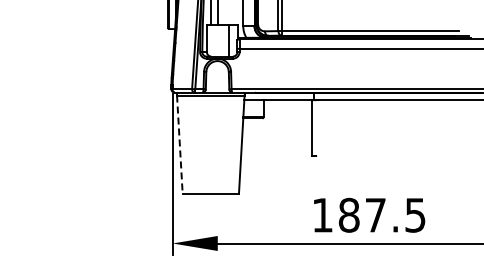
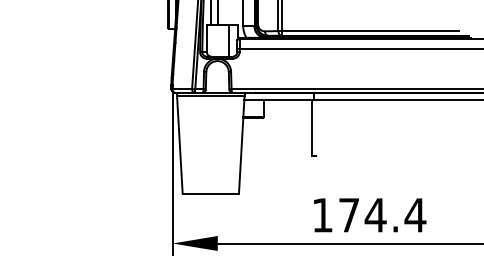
line at (179, 145): dashed -> solid
text at (382, 214): 187.5 -> 174.4
